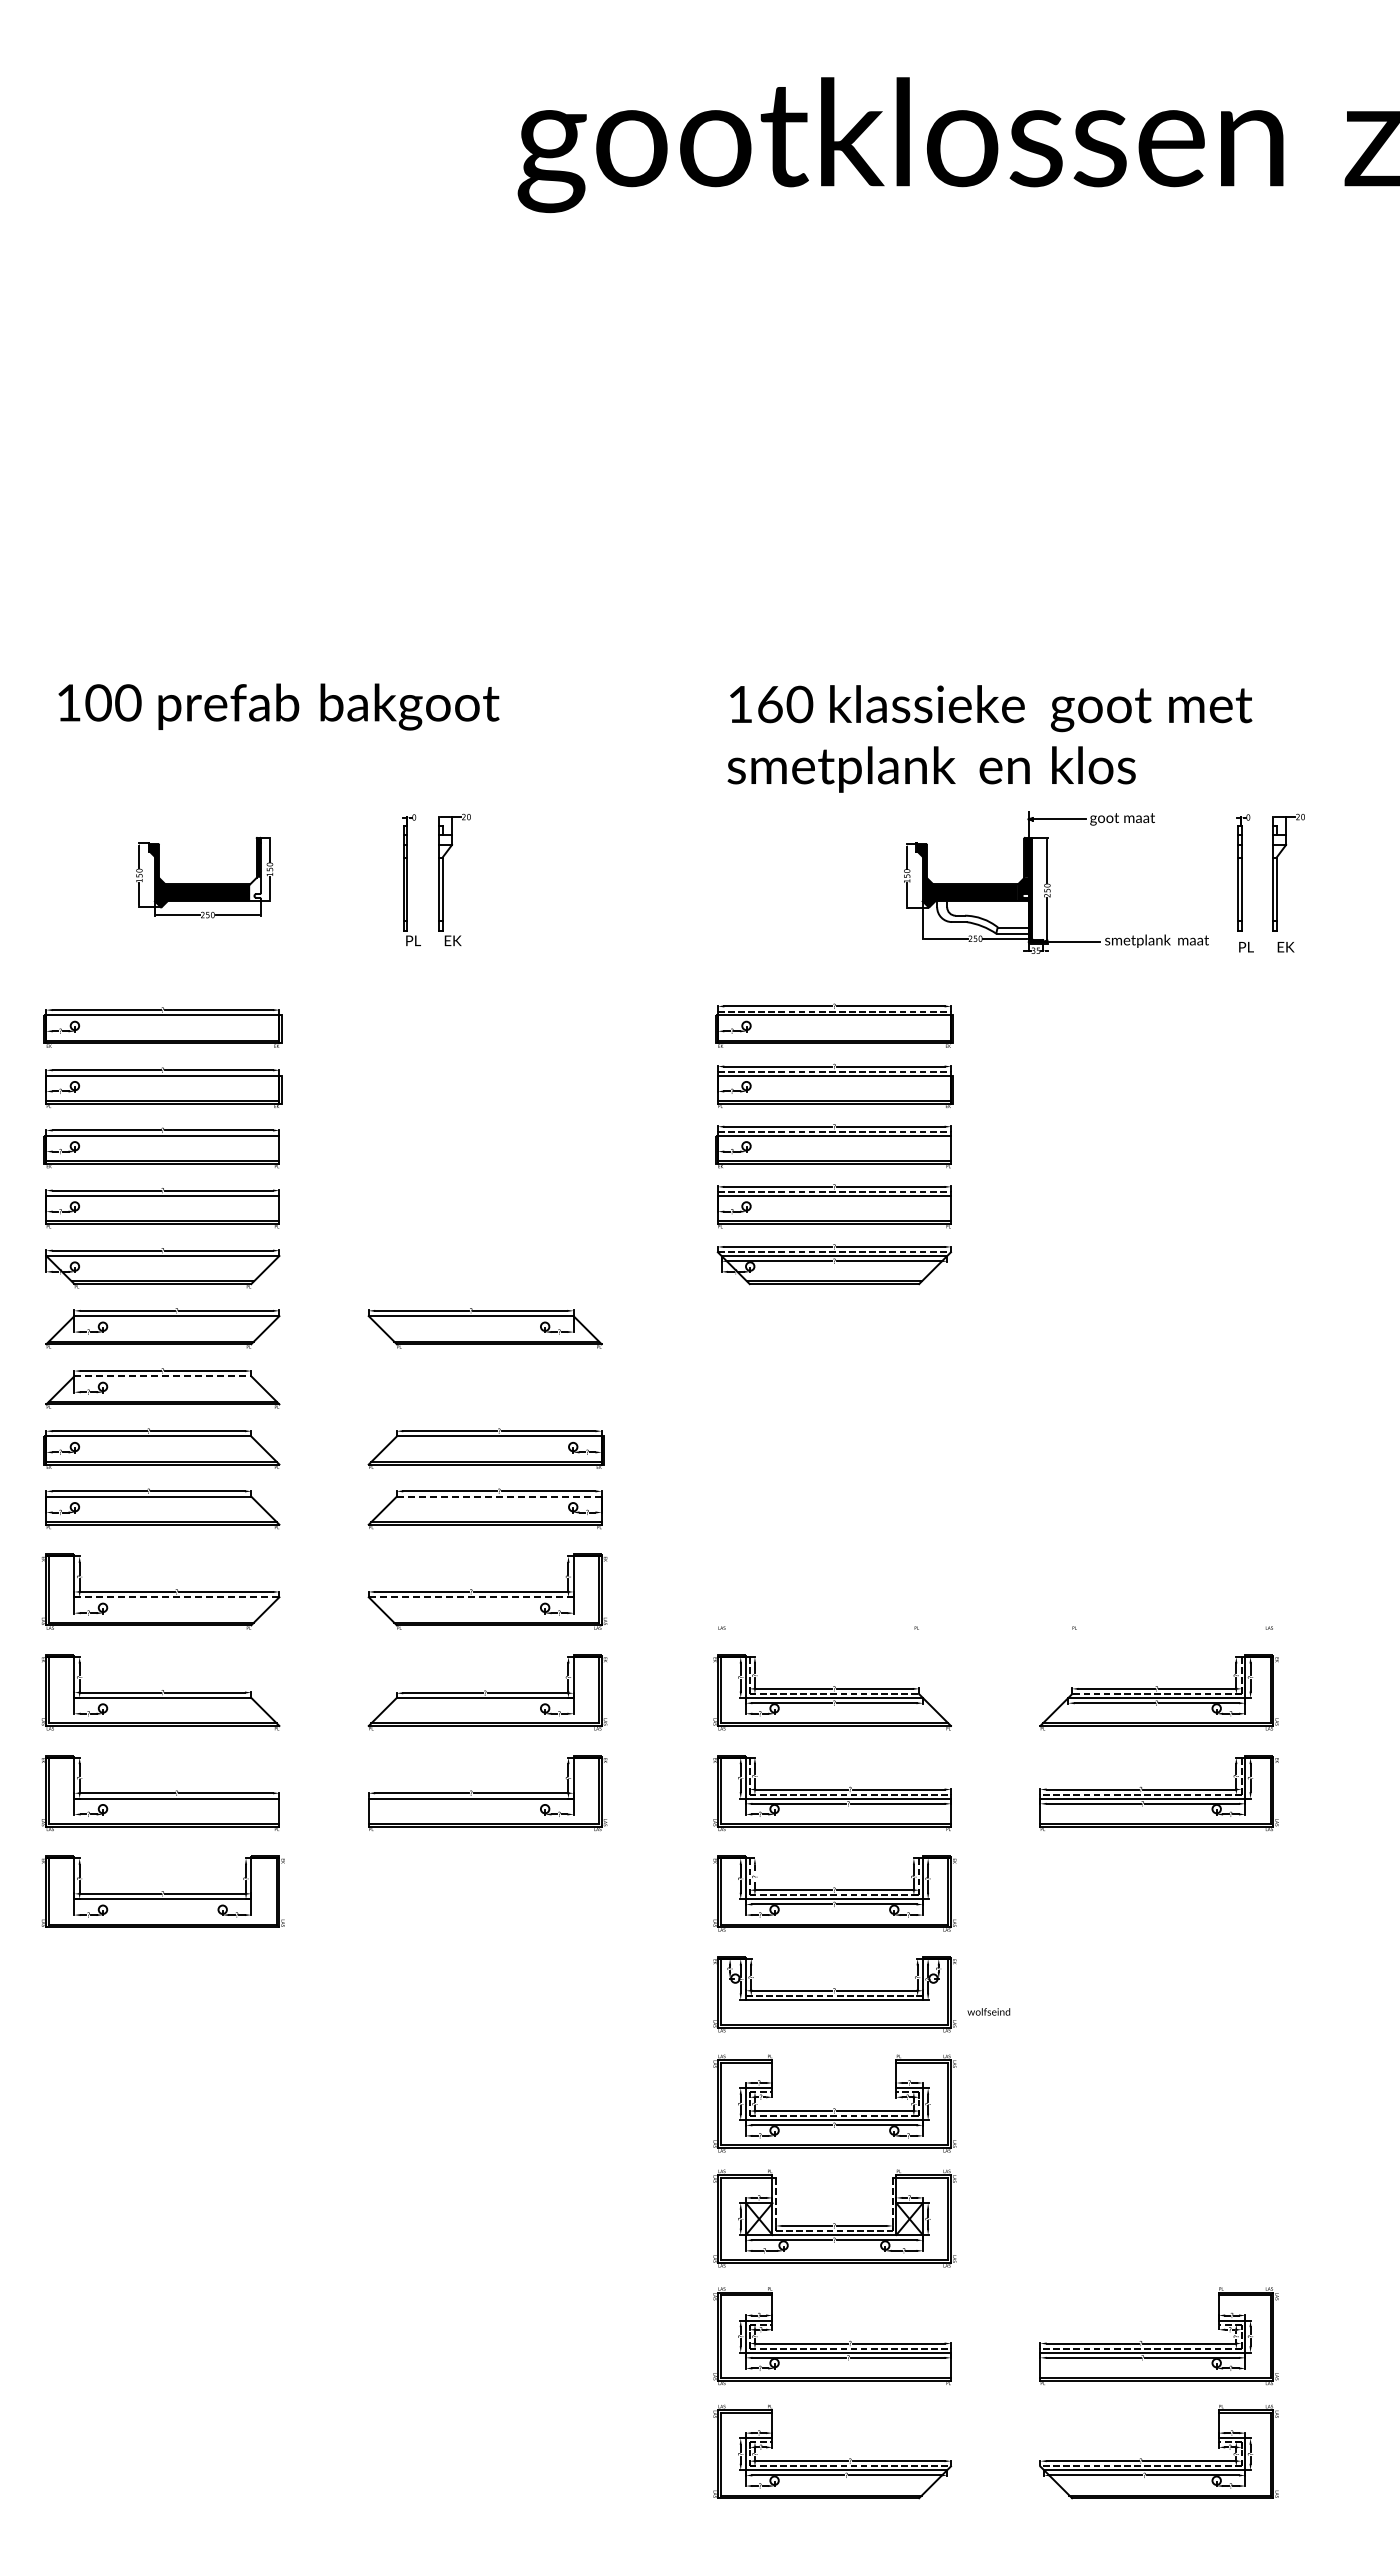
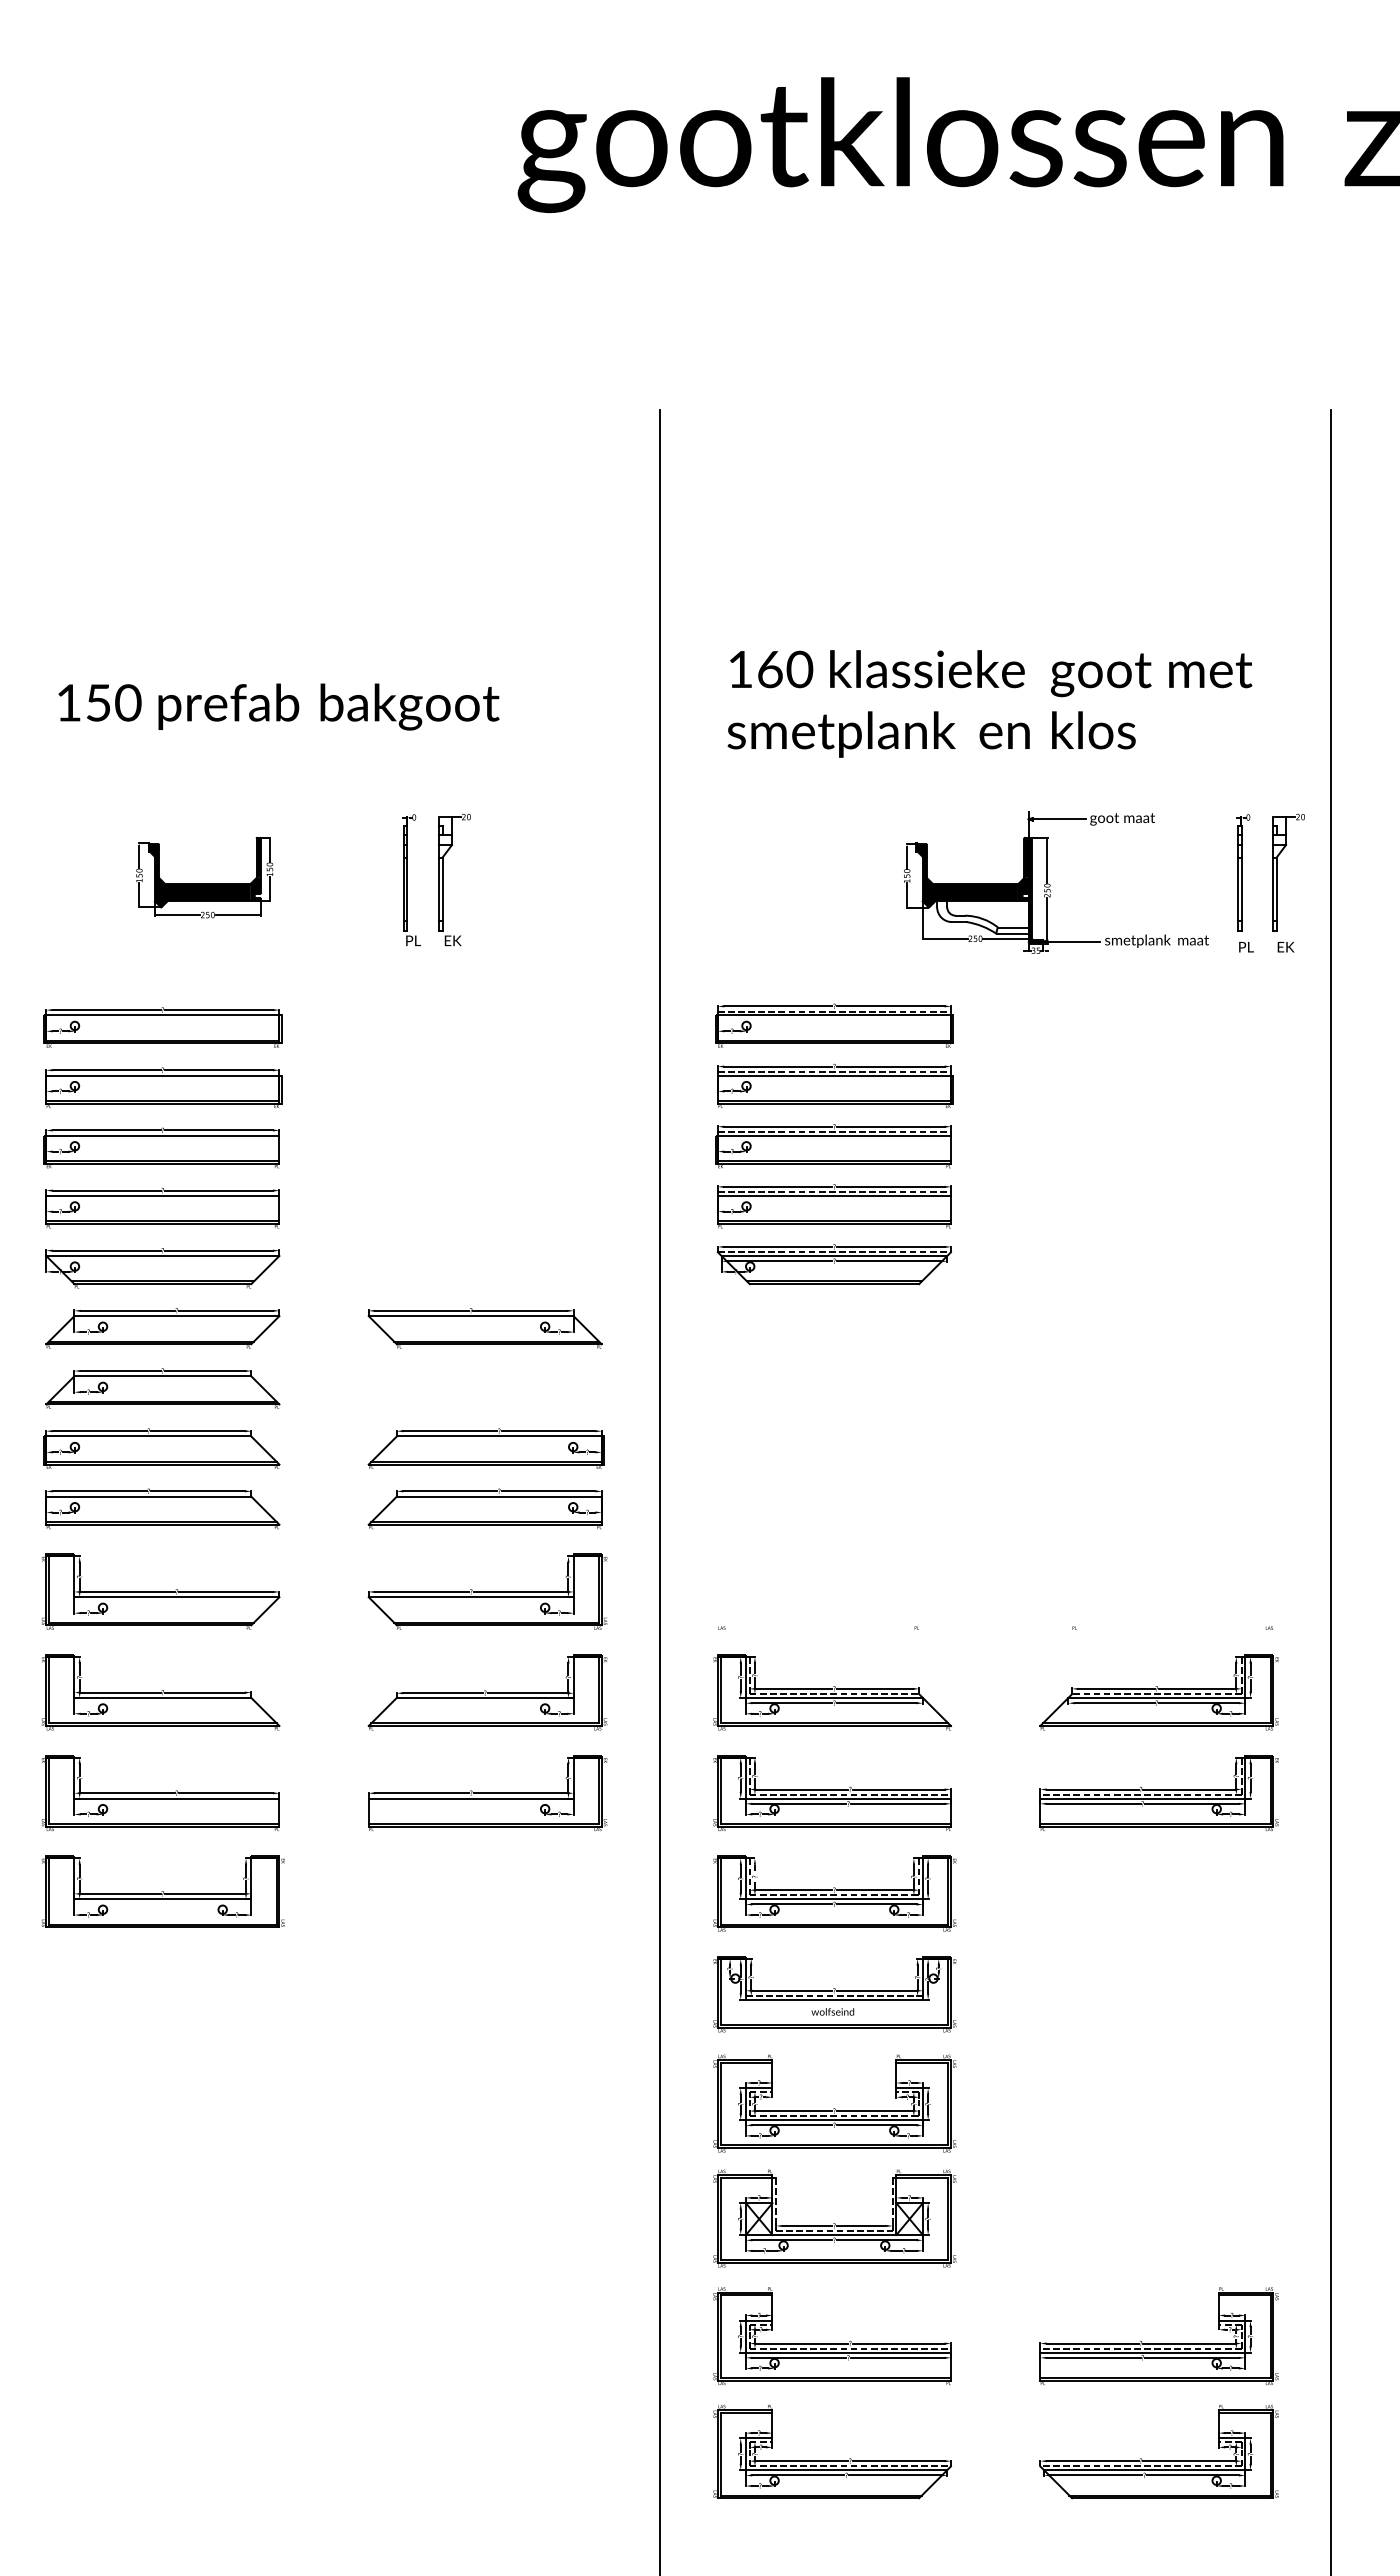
text at (98, 702): 100 -> 150
text at (989, 738) position: (989, 738) -> (989, 703)
fill at (255, 889): none -> present
line at (163, 1376): dashed -> solid
line at (659, 1491): none -> present
line at (1331, 1491): none -> present
line at (498, 1496): dashed -> solid
line at (177, 1597): dashed -> solid
line at (470, 1597): dashed -> solid
text at (988, 2011) position: (988, 2011) -> (832, 2011)
